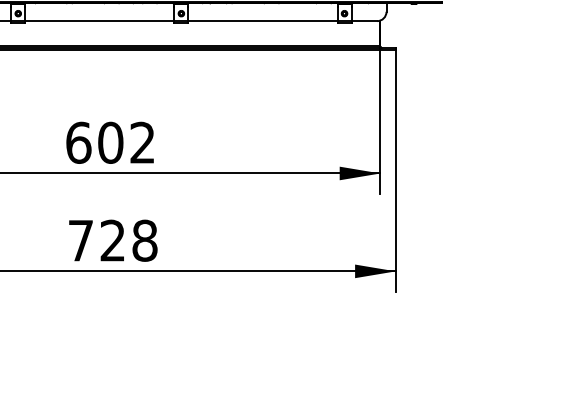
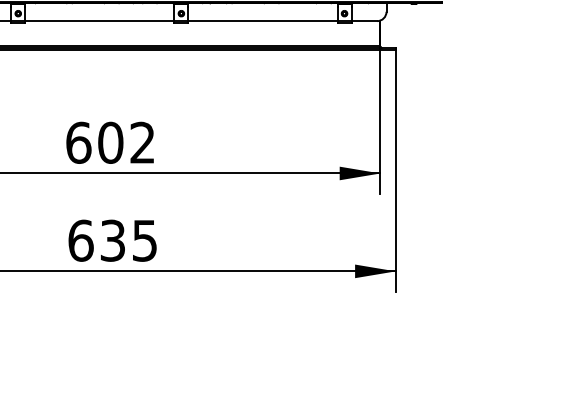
text at (112, 240): 728 -> 635
